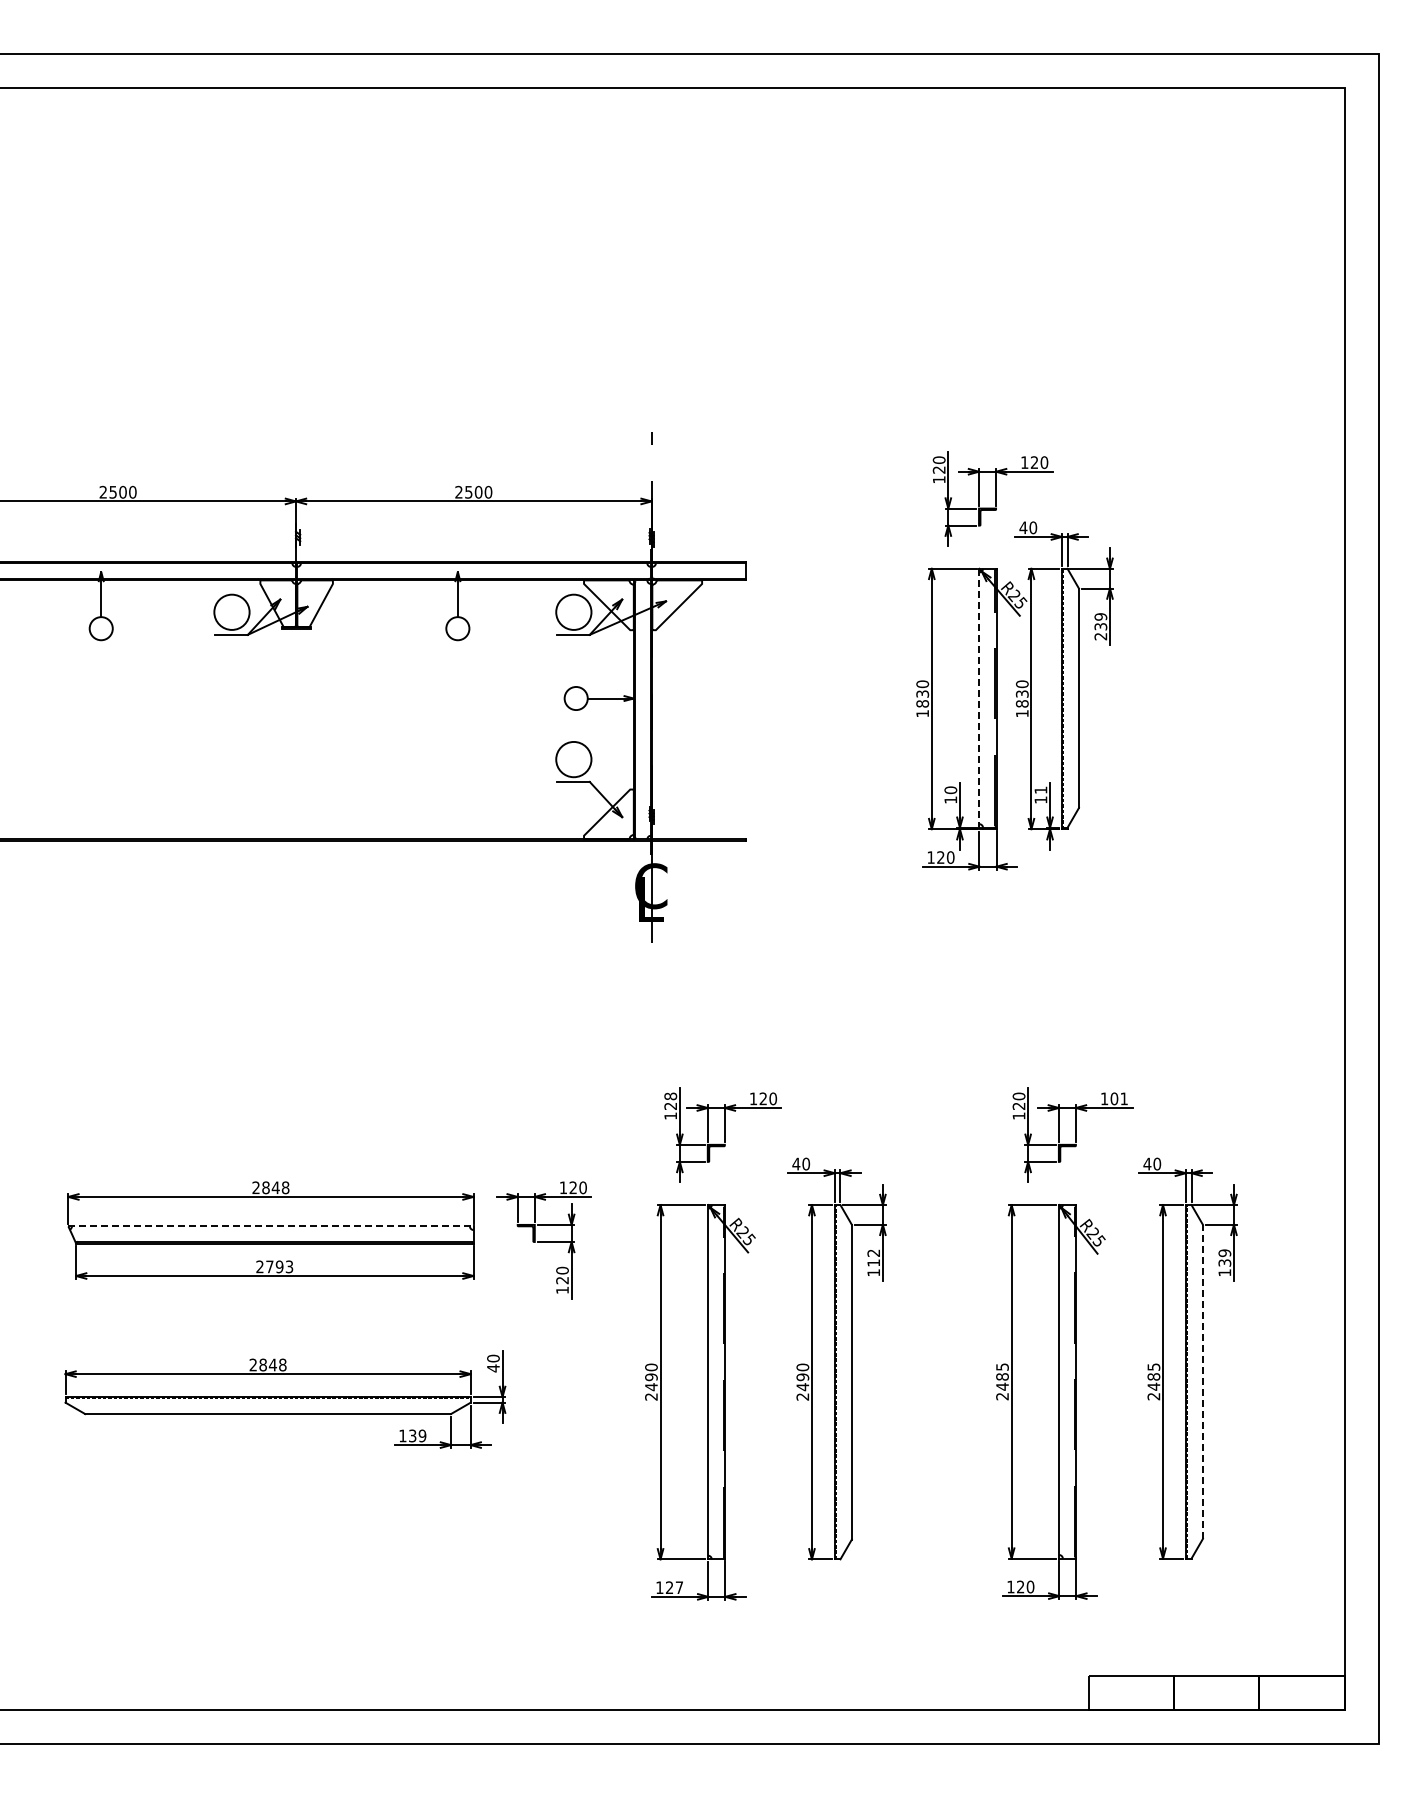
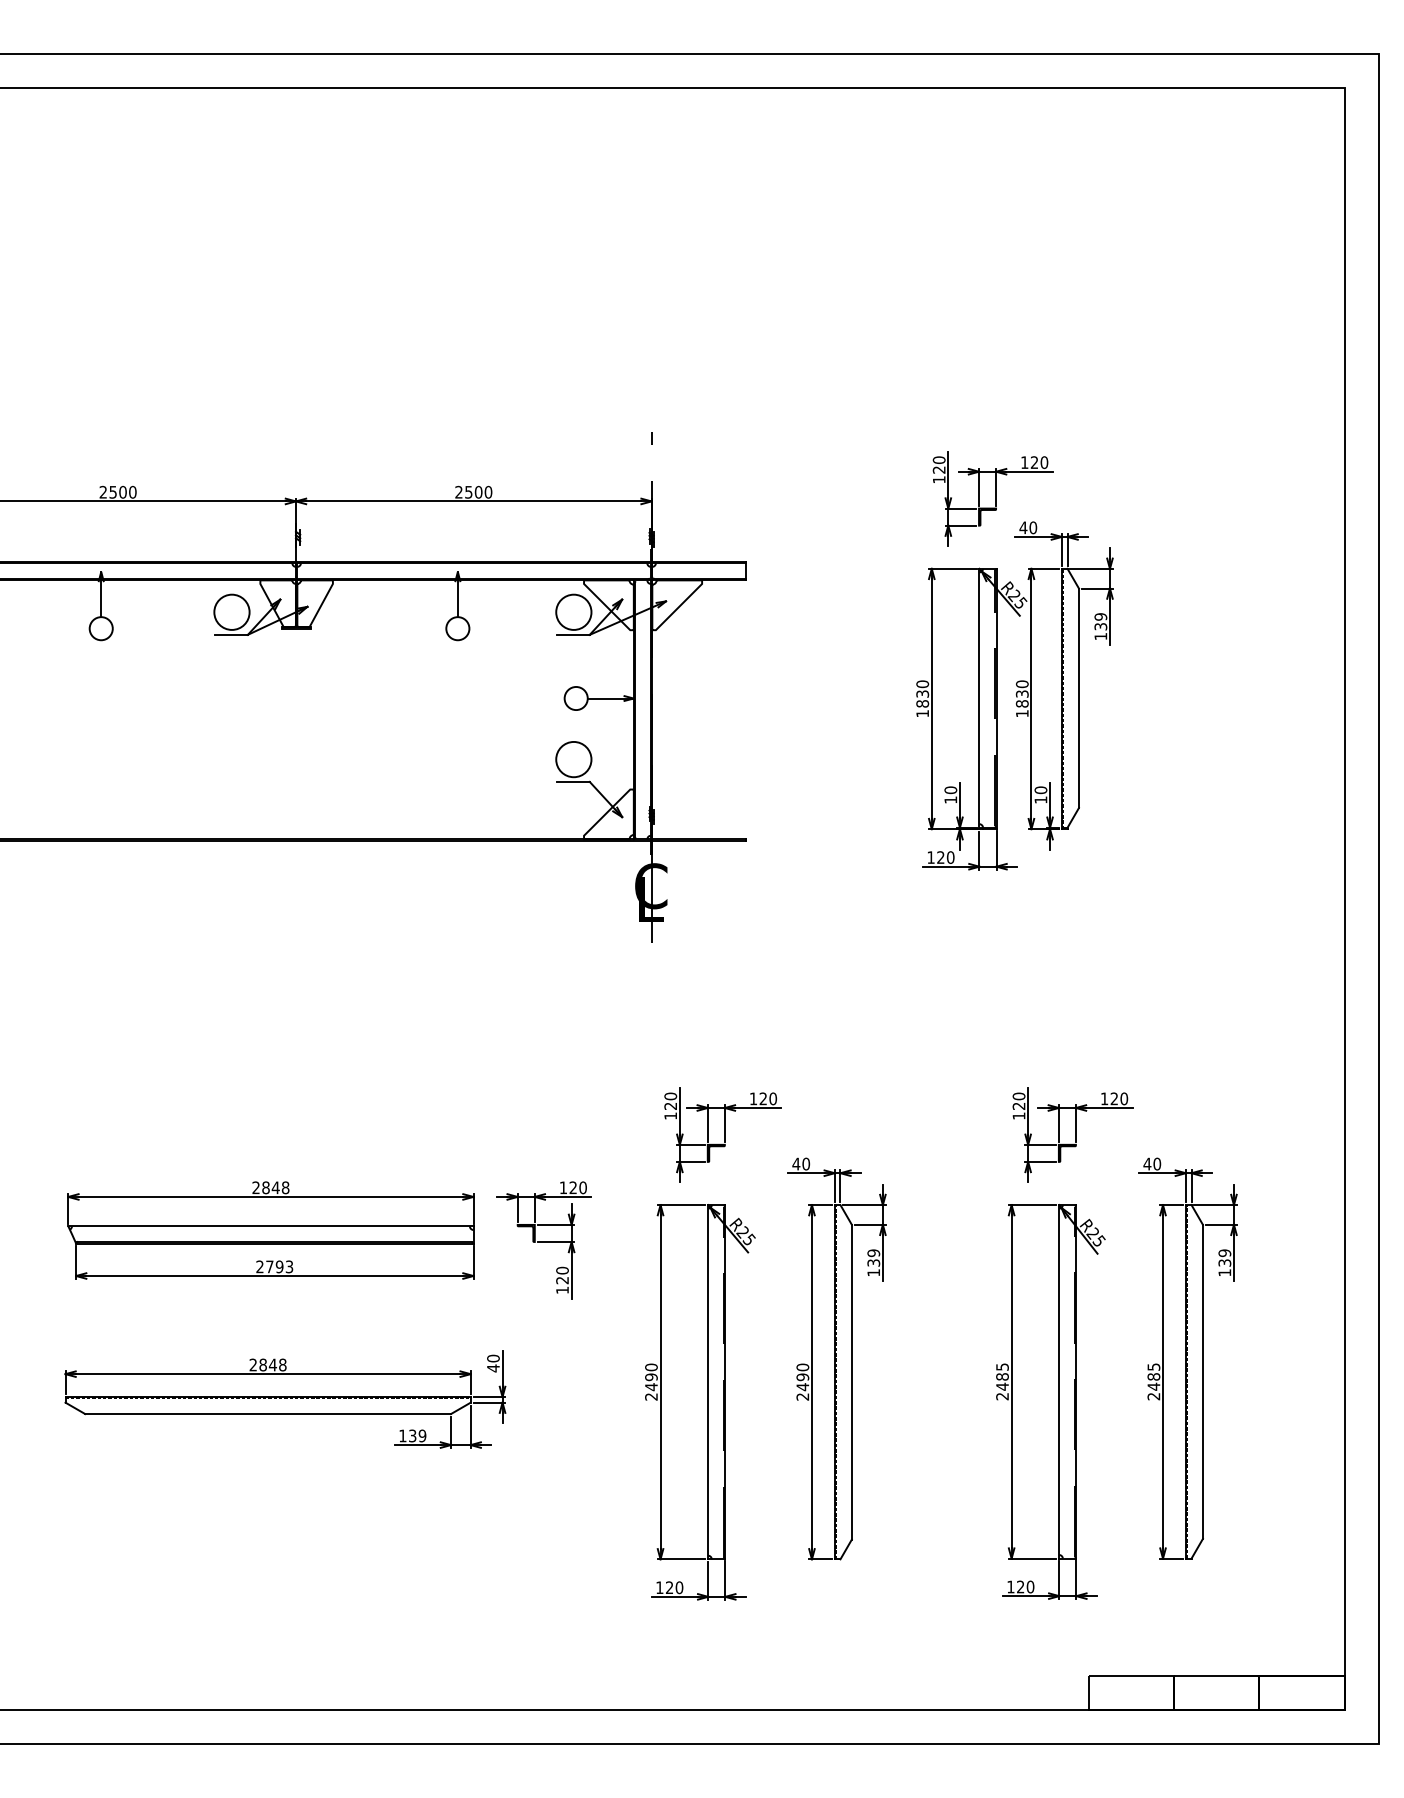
text at (1100, 636): 239 -> 139
line at (979, 698): dashed -> solid
text at (1040, 790): 11 -> 10
text at (670, 1096): 128 -> 120
text at (1119, 1098): 101 -> 120
line at (270, 1226): dashed -> solid
text at (873, 1257): 112 -> 139
line at (1202, 1381): dashed -> solid
text at (679, 1587): 127 -> 120
